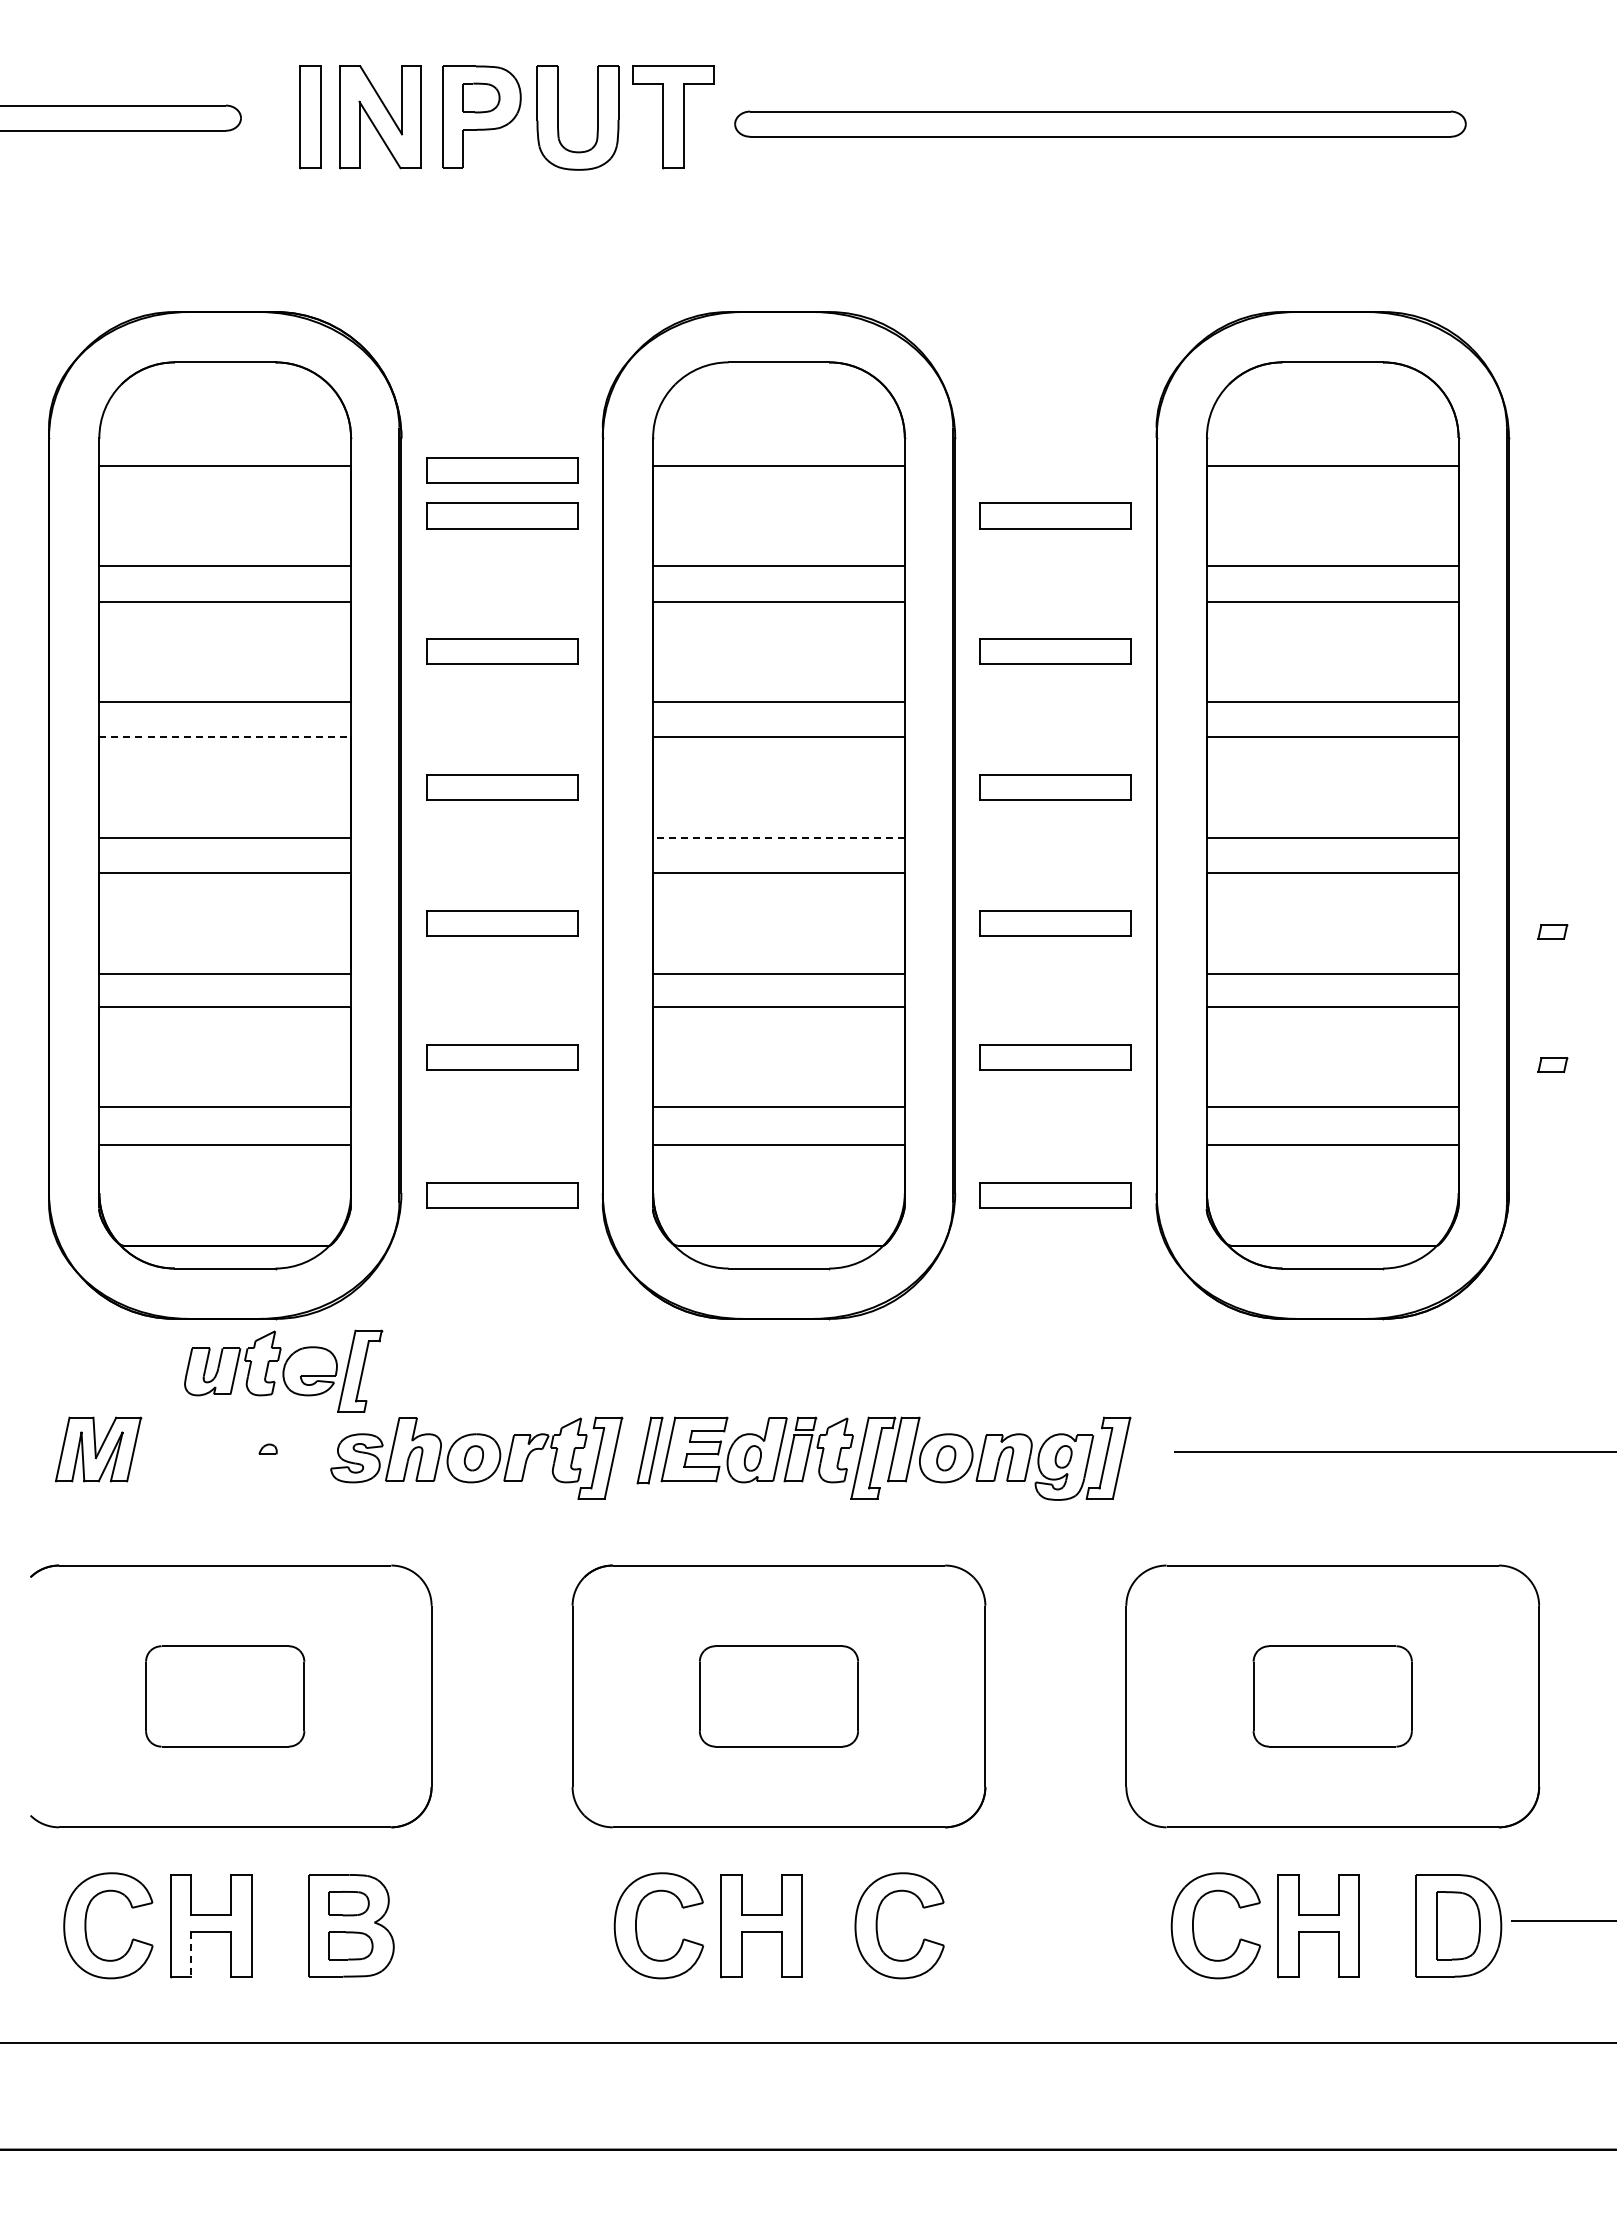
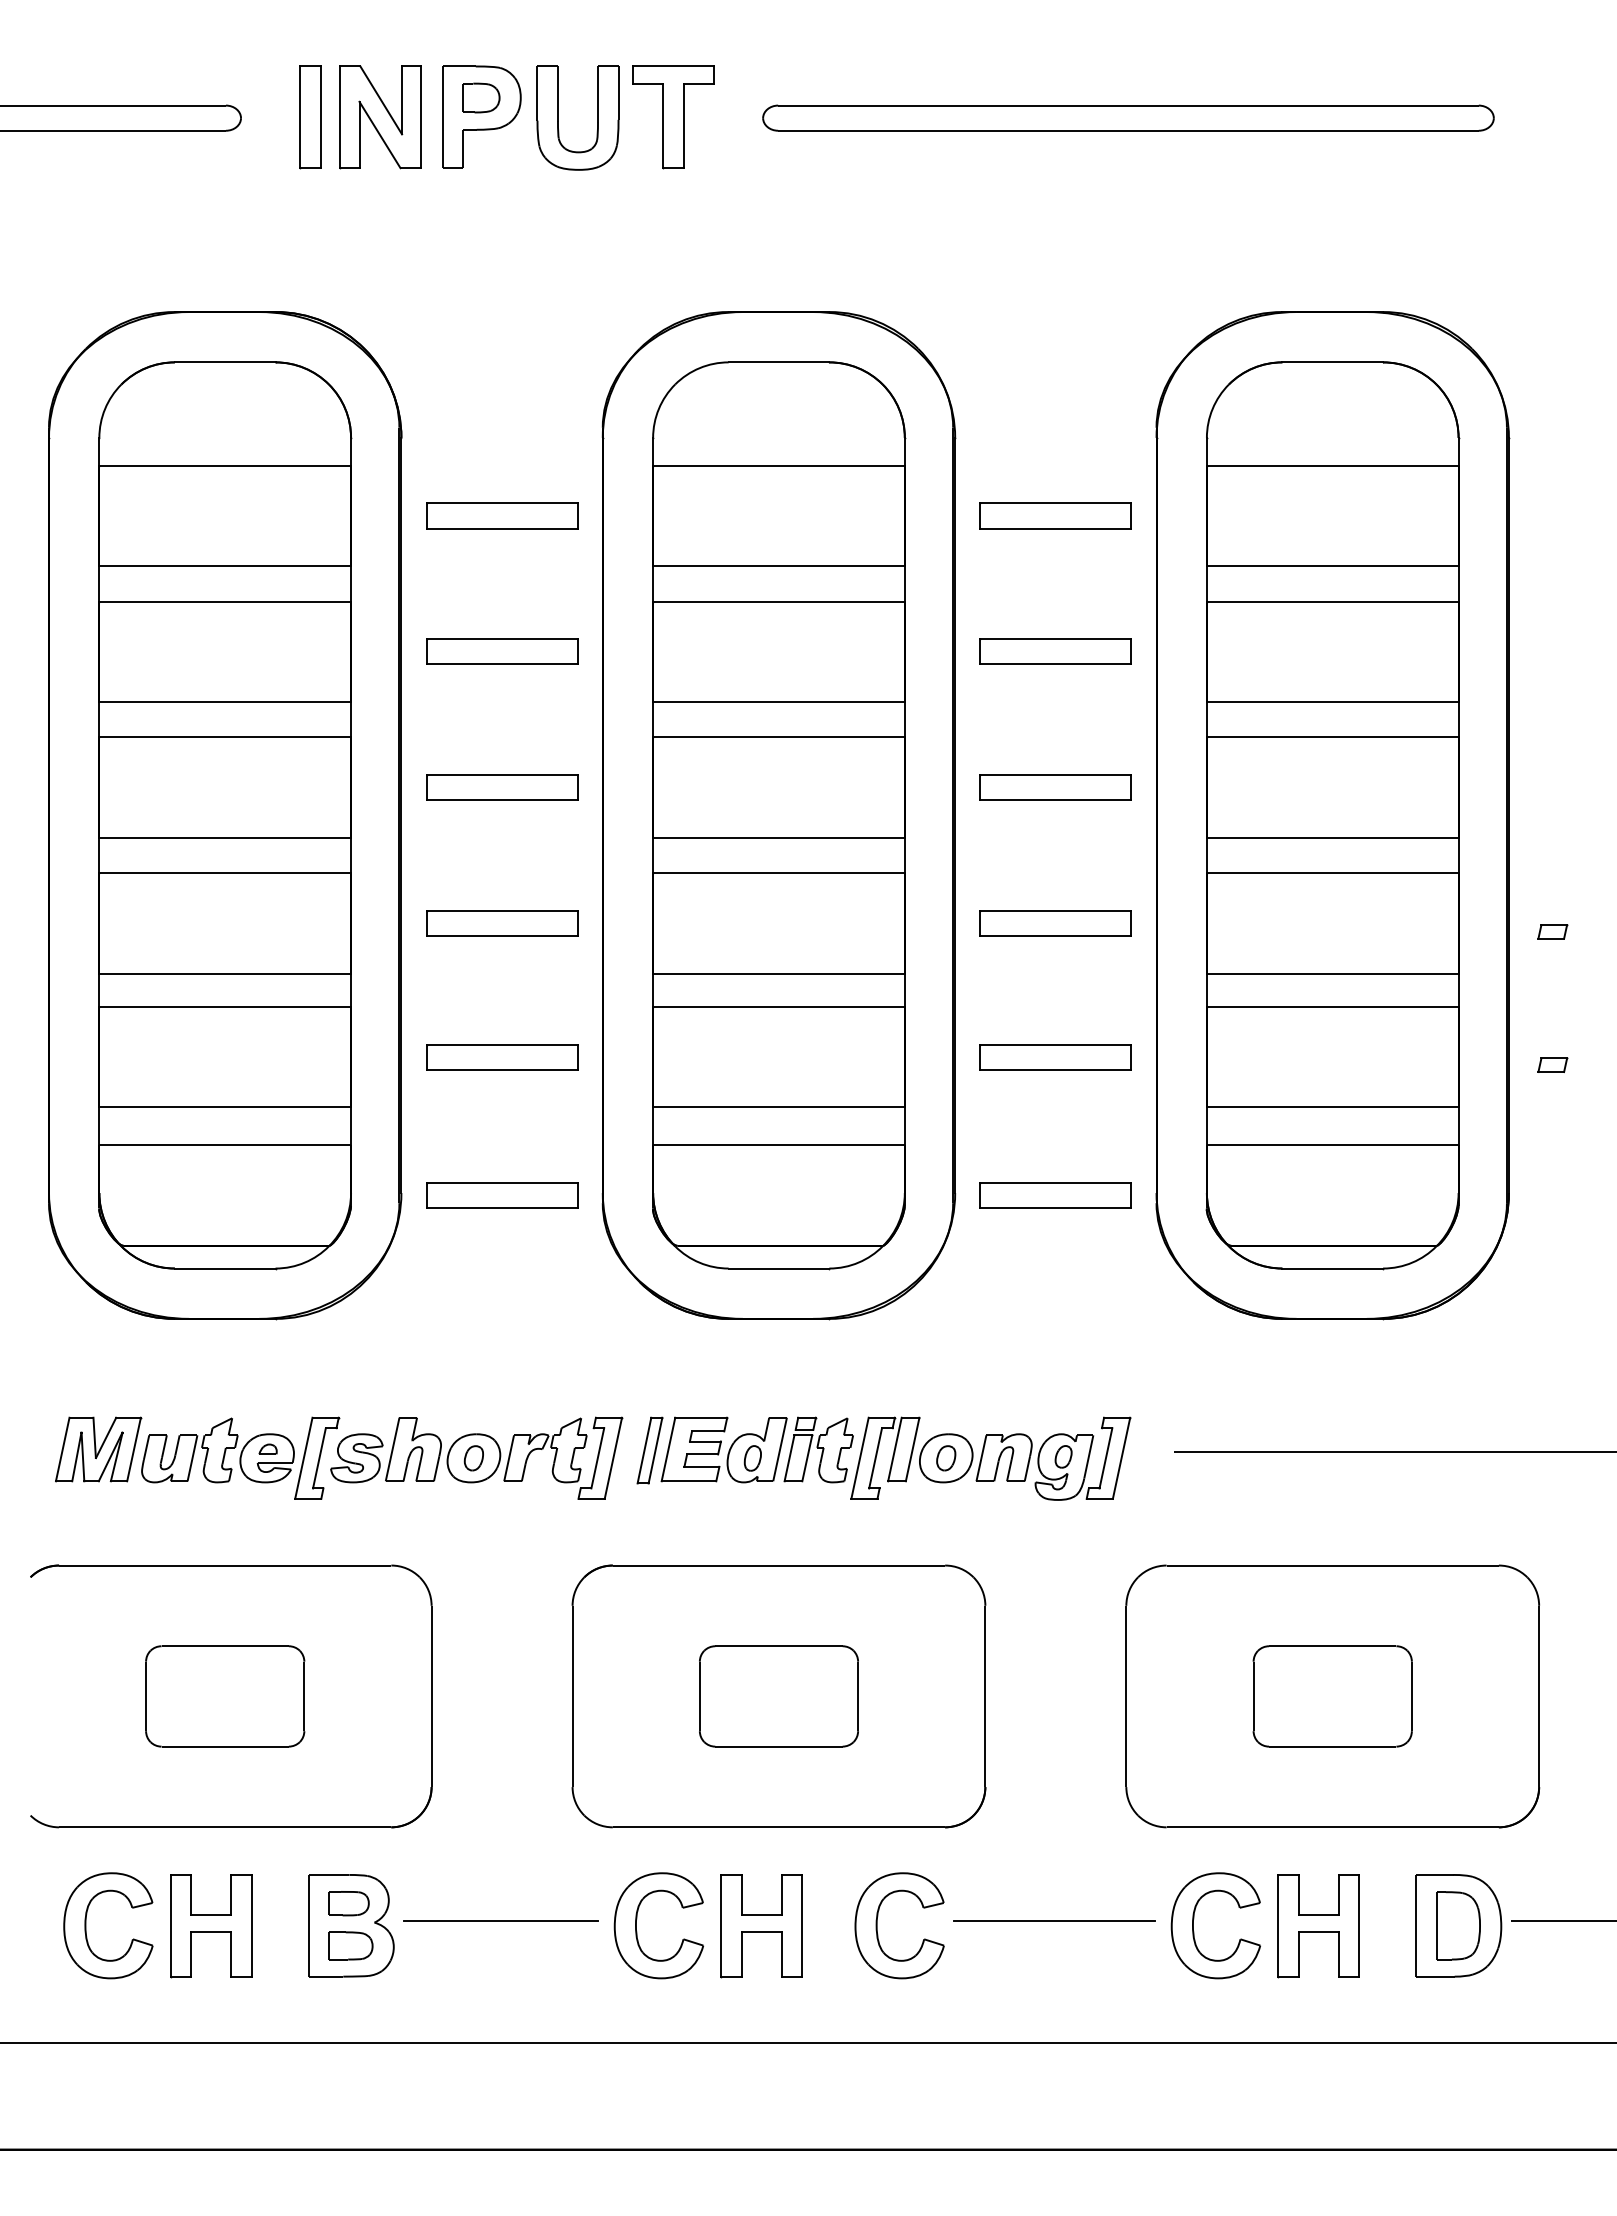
part at (1100, 123) position: (1100, 123) -> (1128, 117)
part at (502, 470): present -> none
line at (225, 737): dashed -> solid
line at (778, 838): dashed -> solid
part at (283, 1370) position: (283, 1370) -> (240, 1457)
line at (500, 1920): none -> present
line at (1054, 1920): none -> present
line at (191, 1954): dashed -> solid
